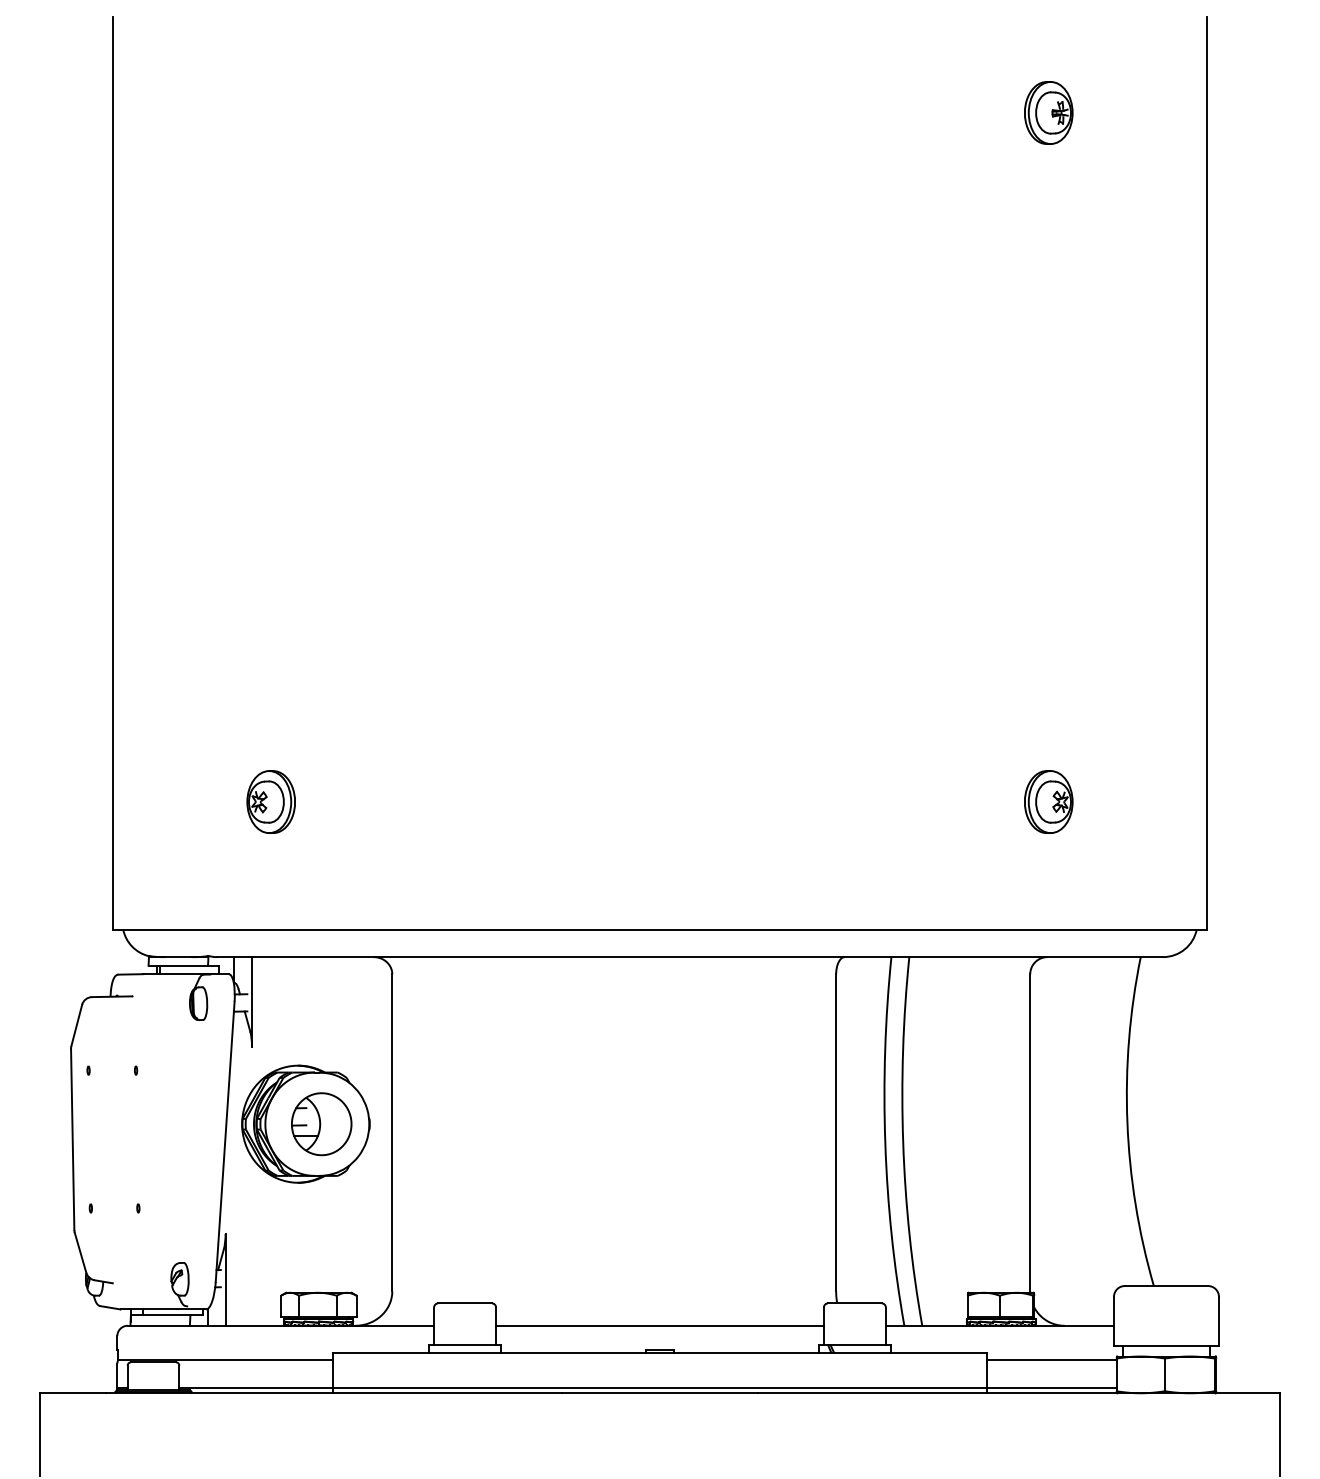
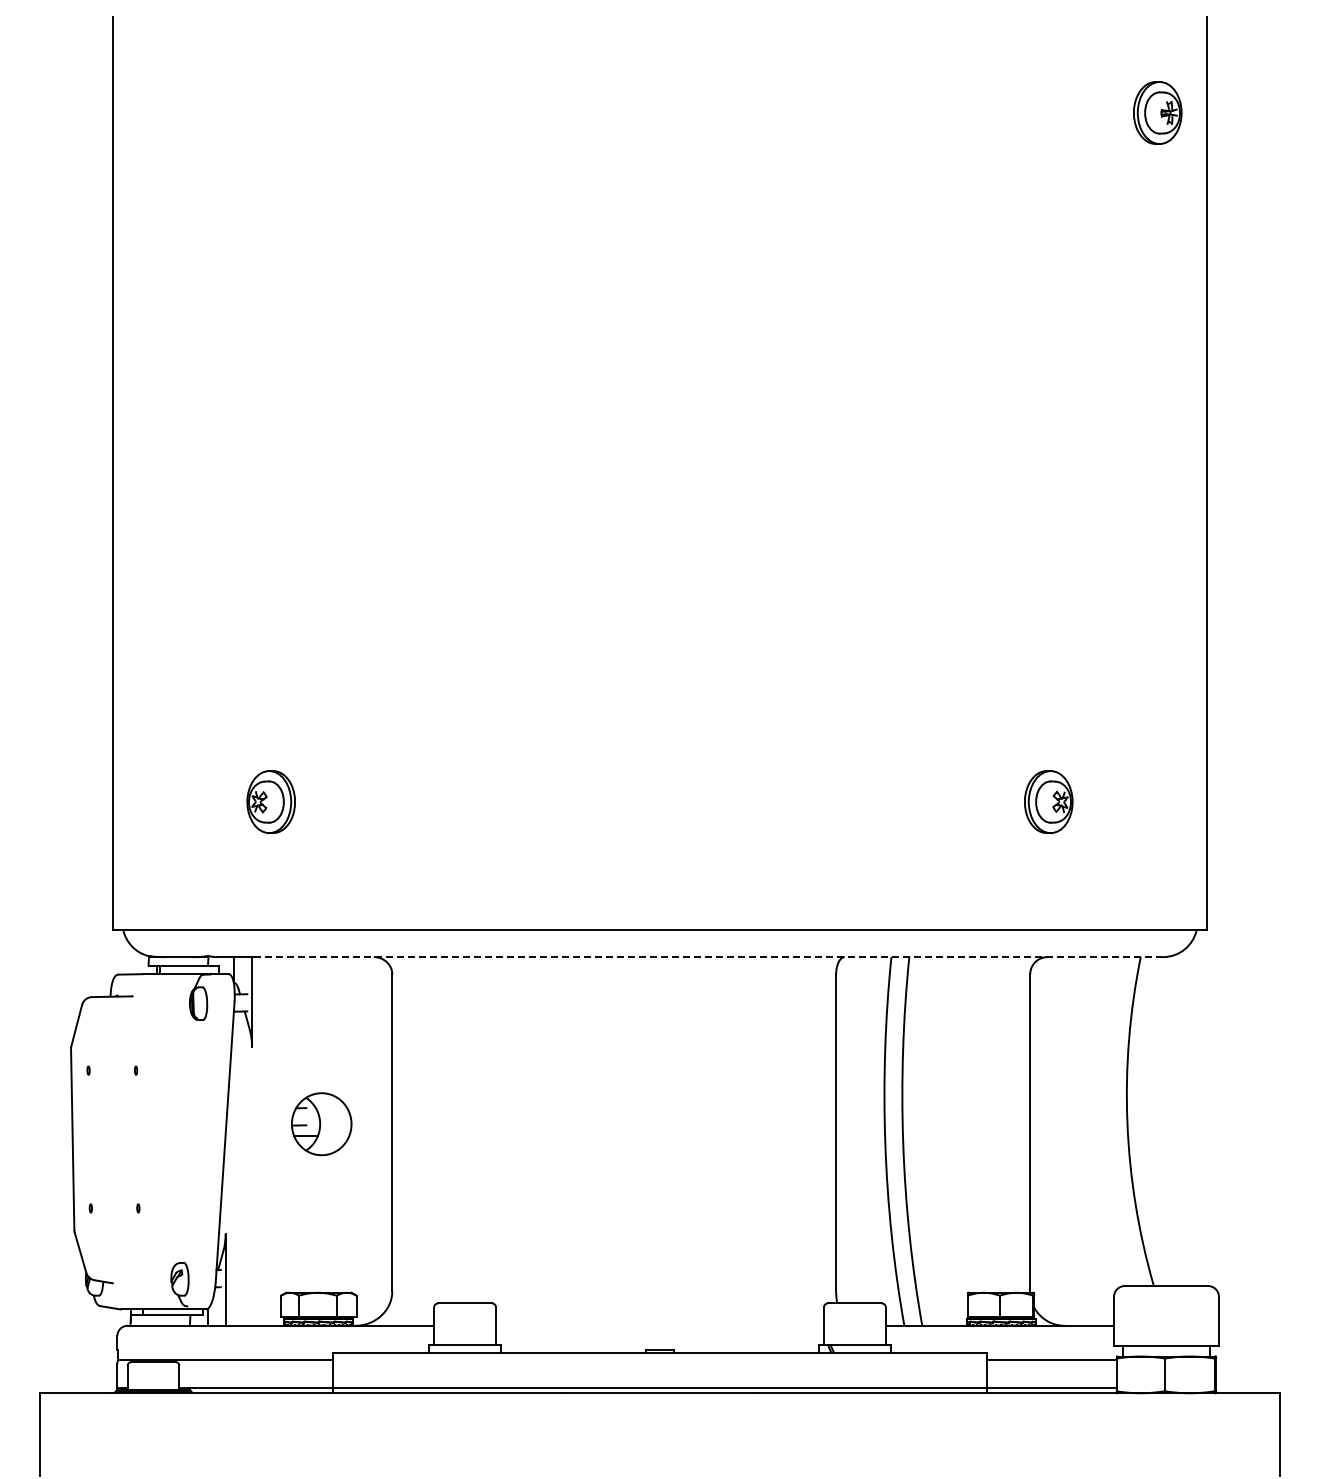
part at (1048, 112) position: (1048, 112) -> (1157, 112)
line at (708, 957): solid -> dashed
part at (305, 1123): present -> none
line at (659, 1325): present -> none
